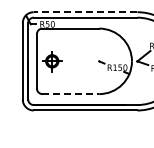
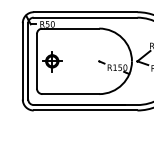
line at (85, 12): dashed -> solid
line at (71, 94): dashed -> solid
